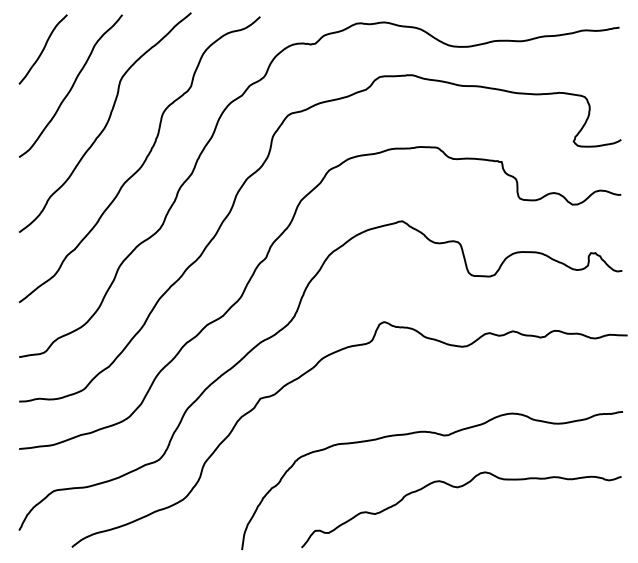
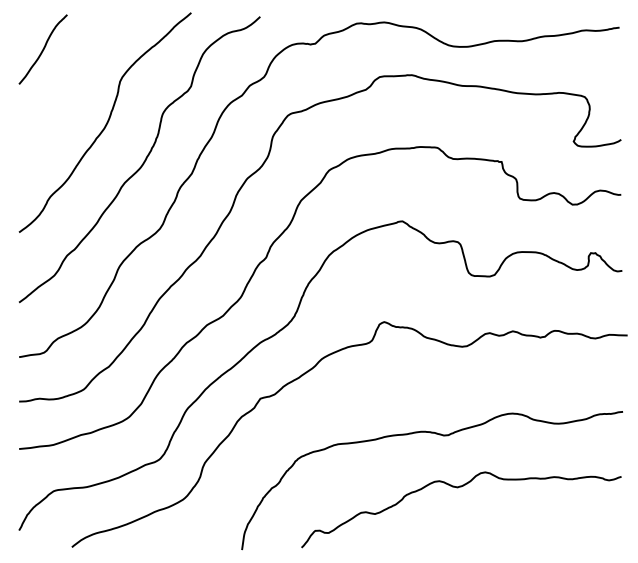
curve at (71, 86): present -> none
